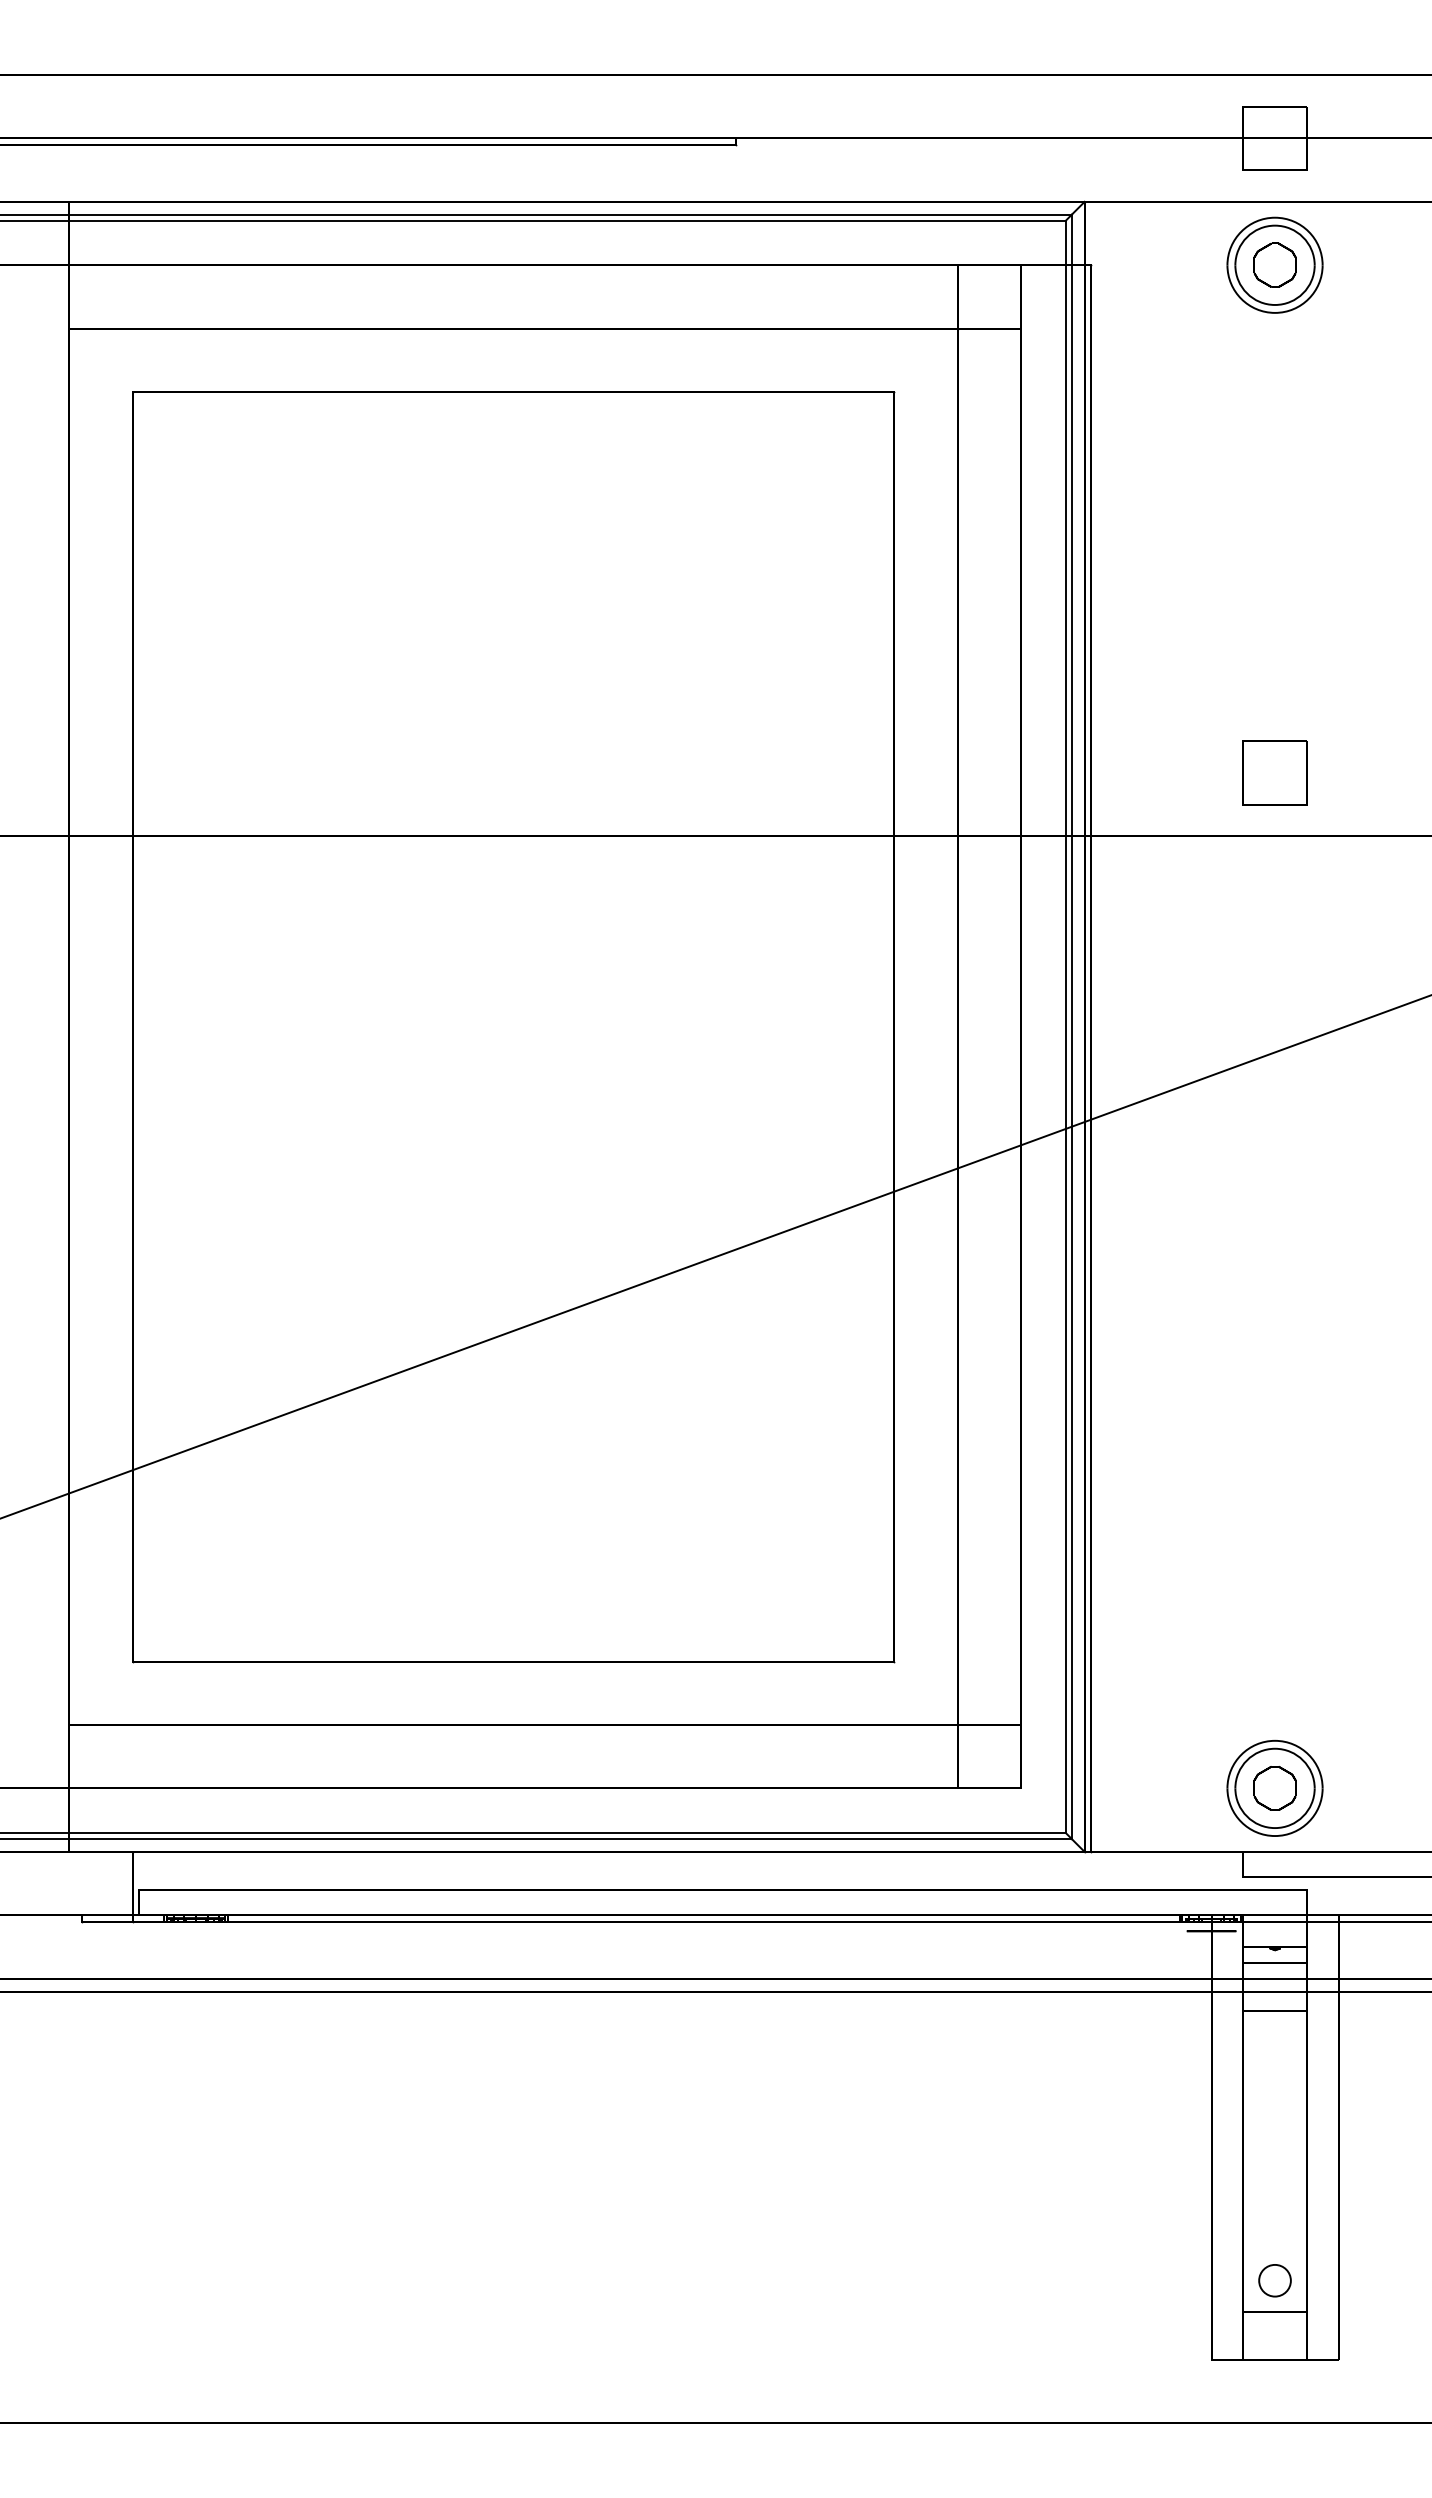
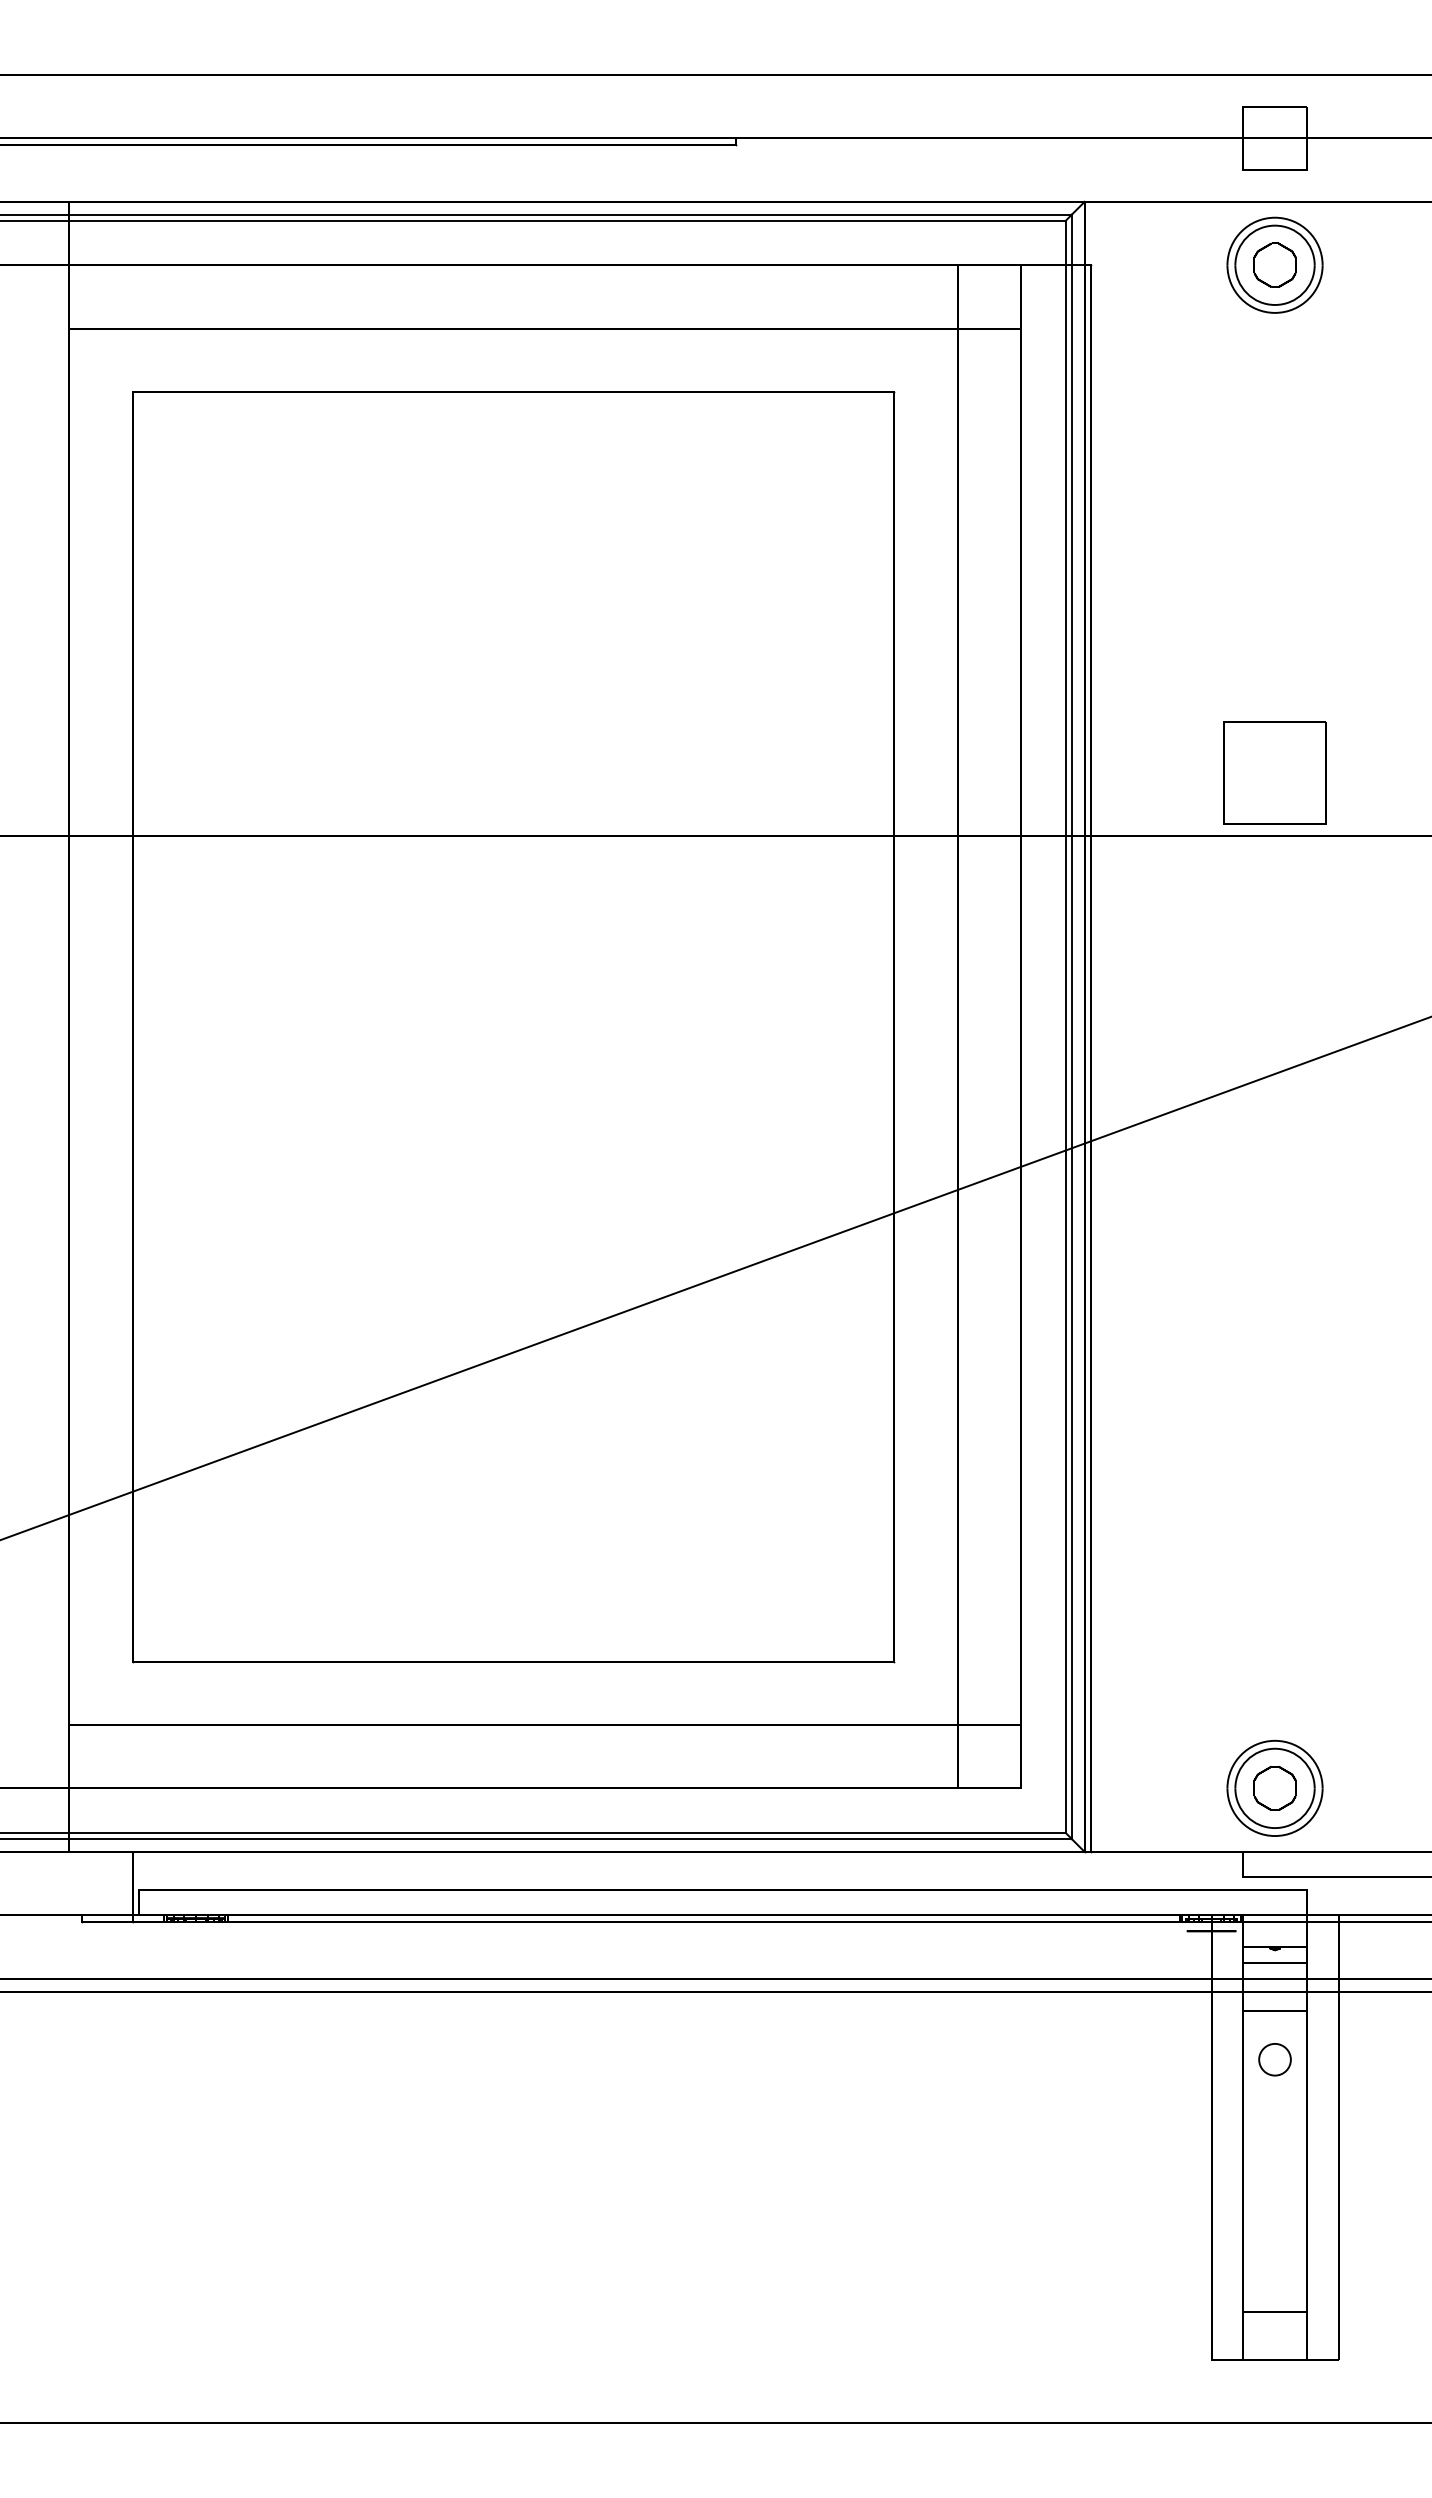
part at (1274, 772) size: 66x66 px -> 104x104 px
line at (715, 1256) position: (715, 1256) -> (715, 1278)
circle at (1274, 2280) position: (1274, 2280) -> (1274, 2059)
